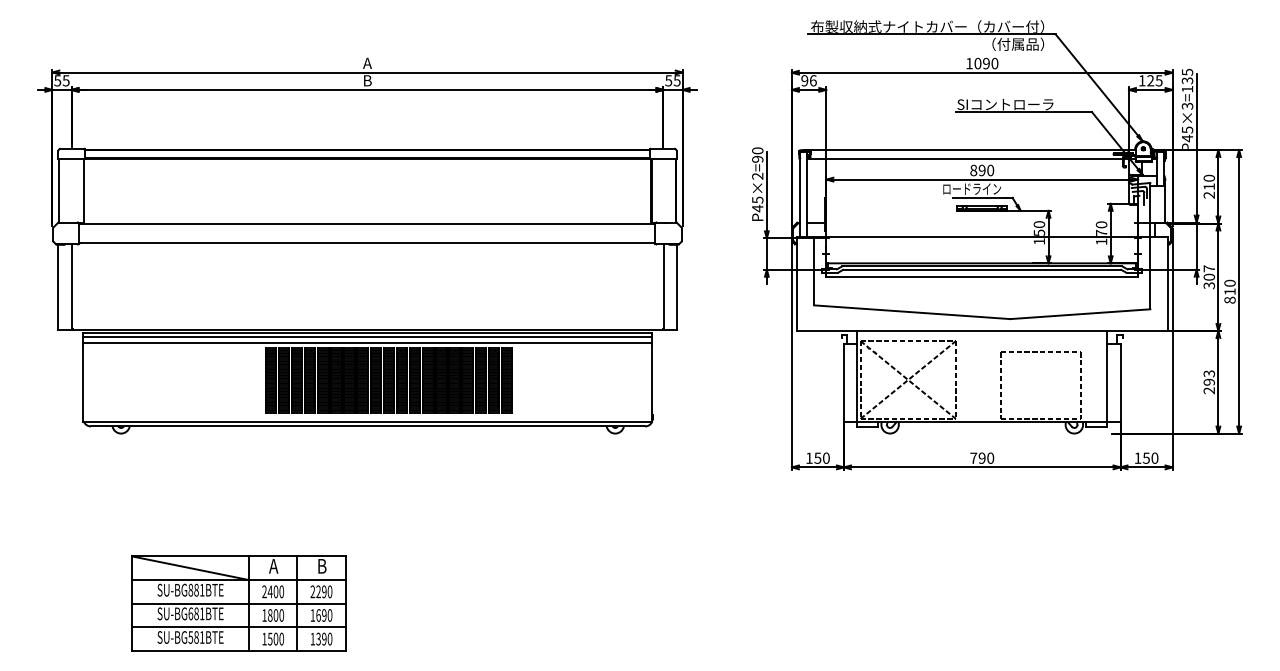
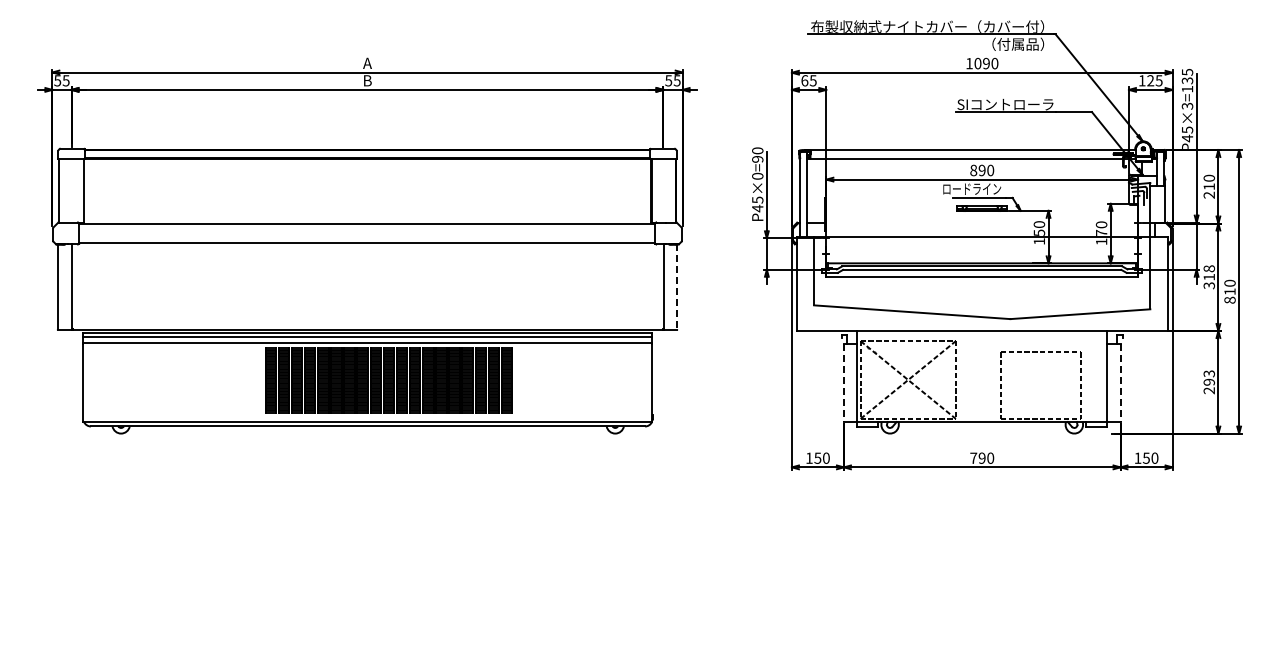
text at (808, 80): 96 -> 65
text at (757, 175): P45×2=90 -> P45×0=90
text at (1209, 272): 307 -> 318
line at (677, 286): solid -> dashed
line at (843, 383): solid -> dashed
line at (1120, 383): solid -> dashed
part at (238, 603): present -> none
